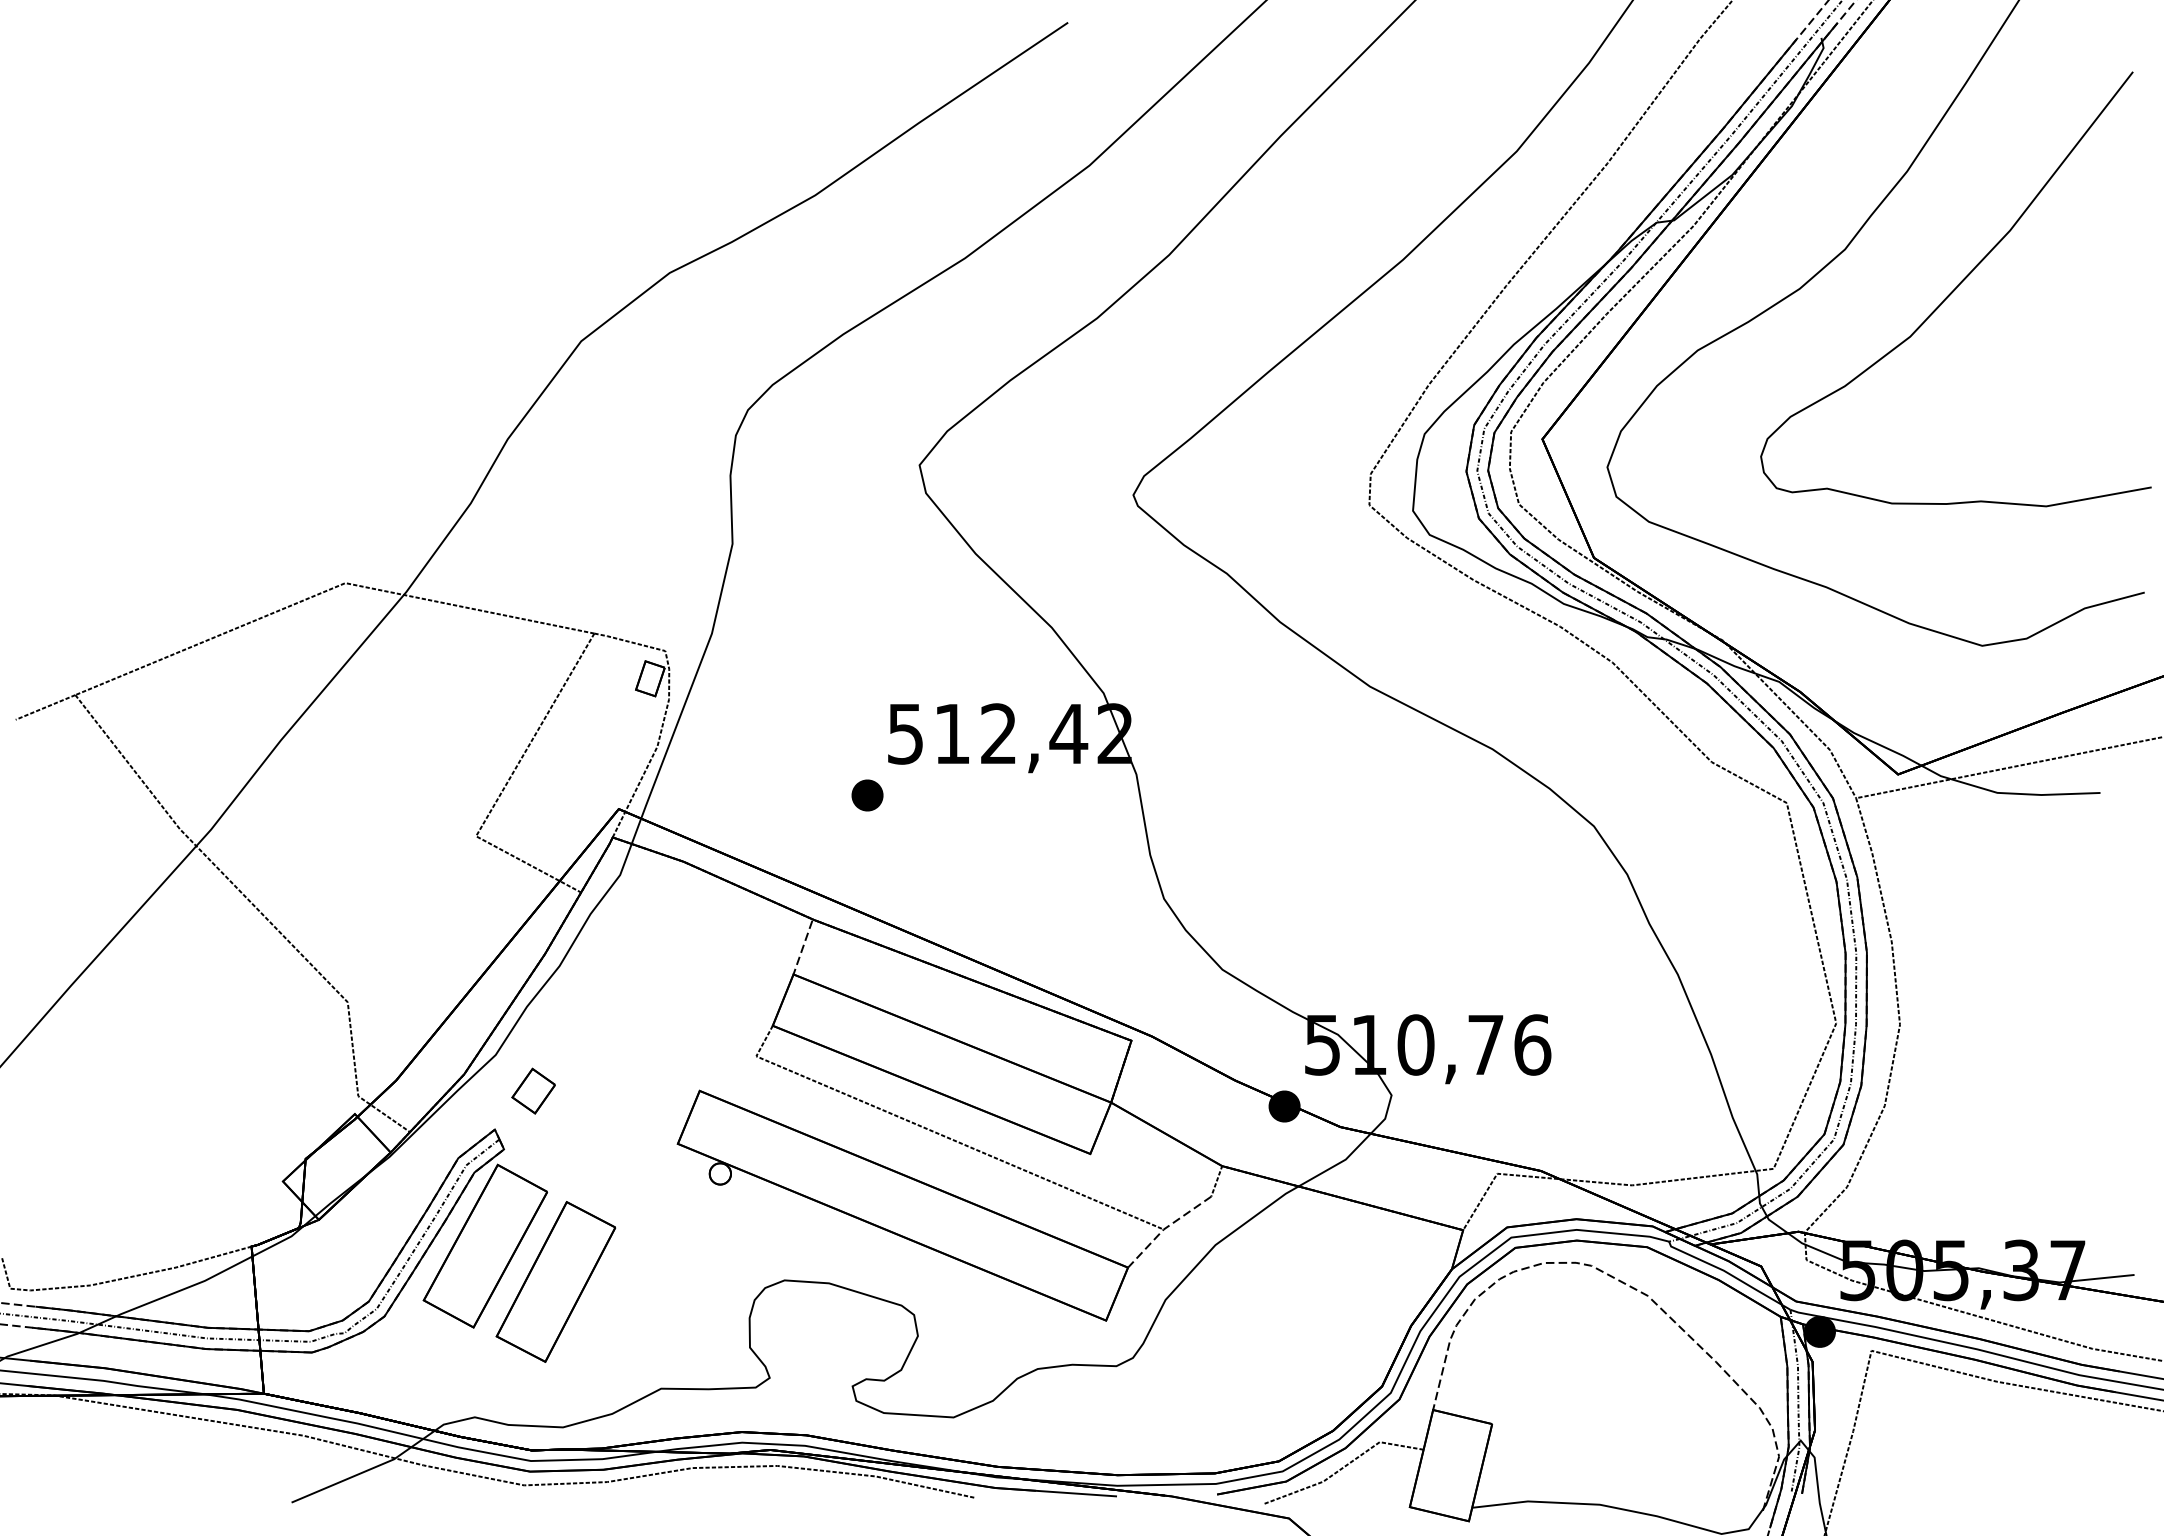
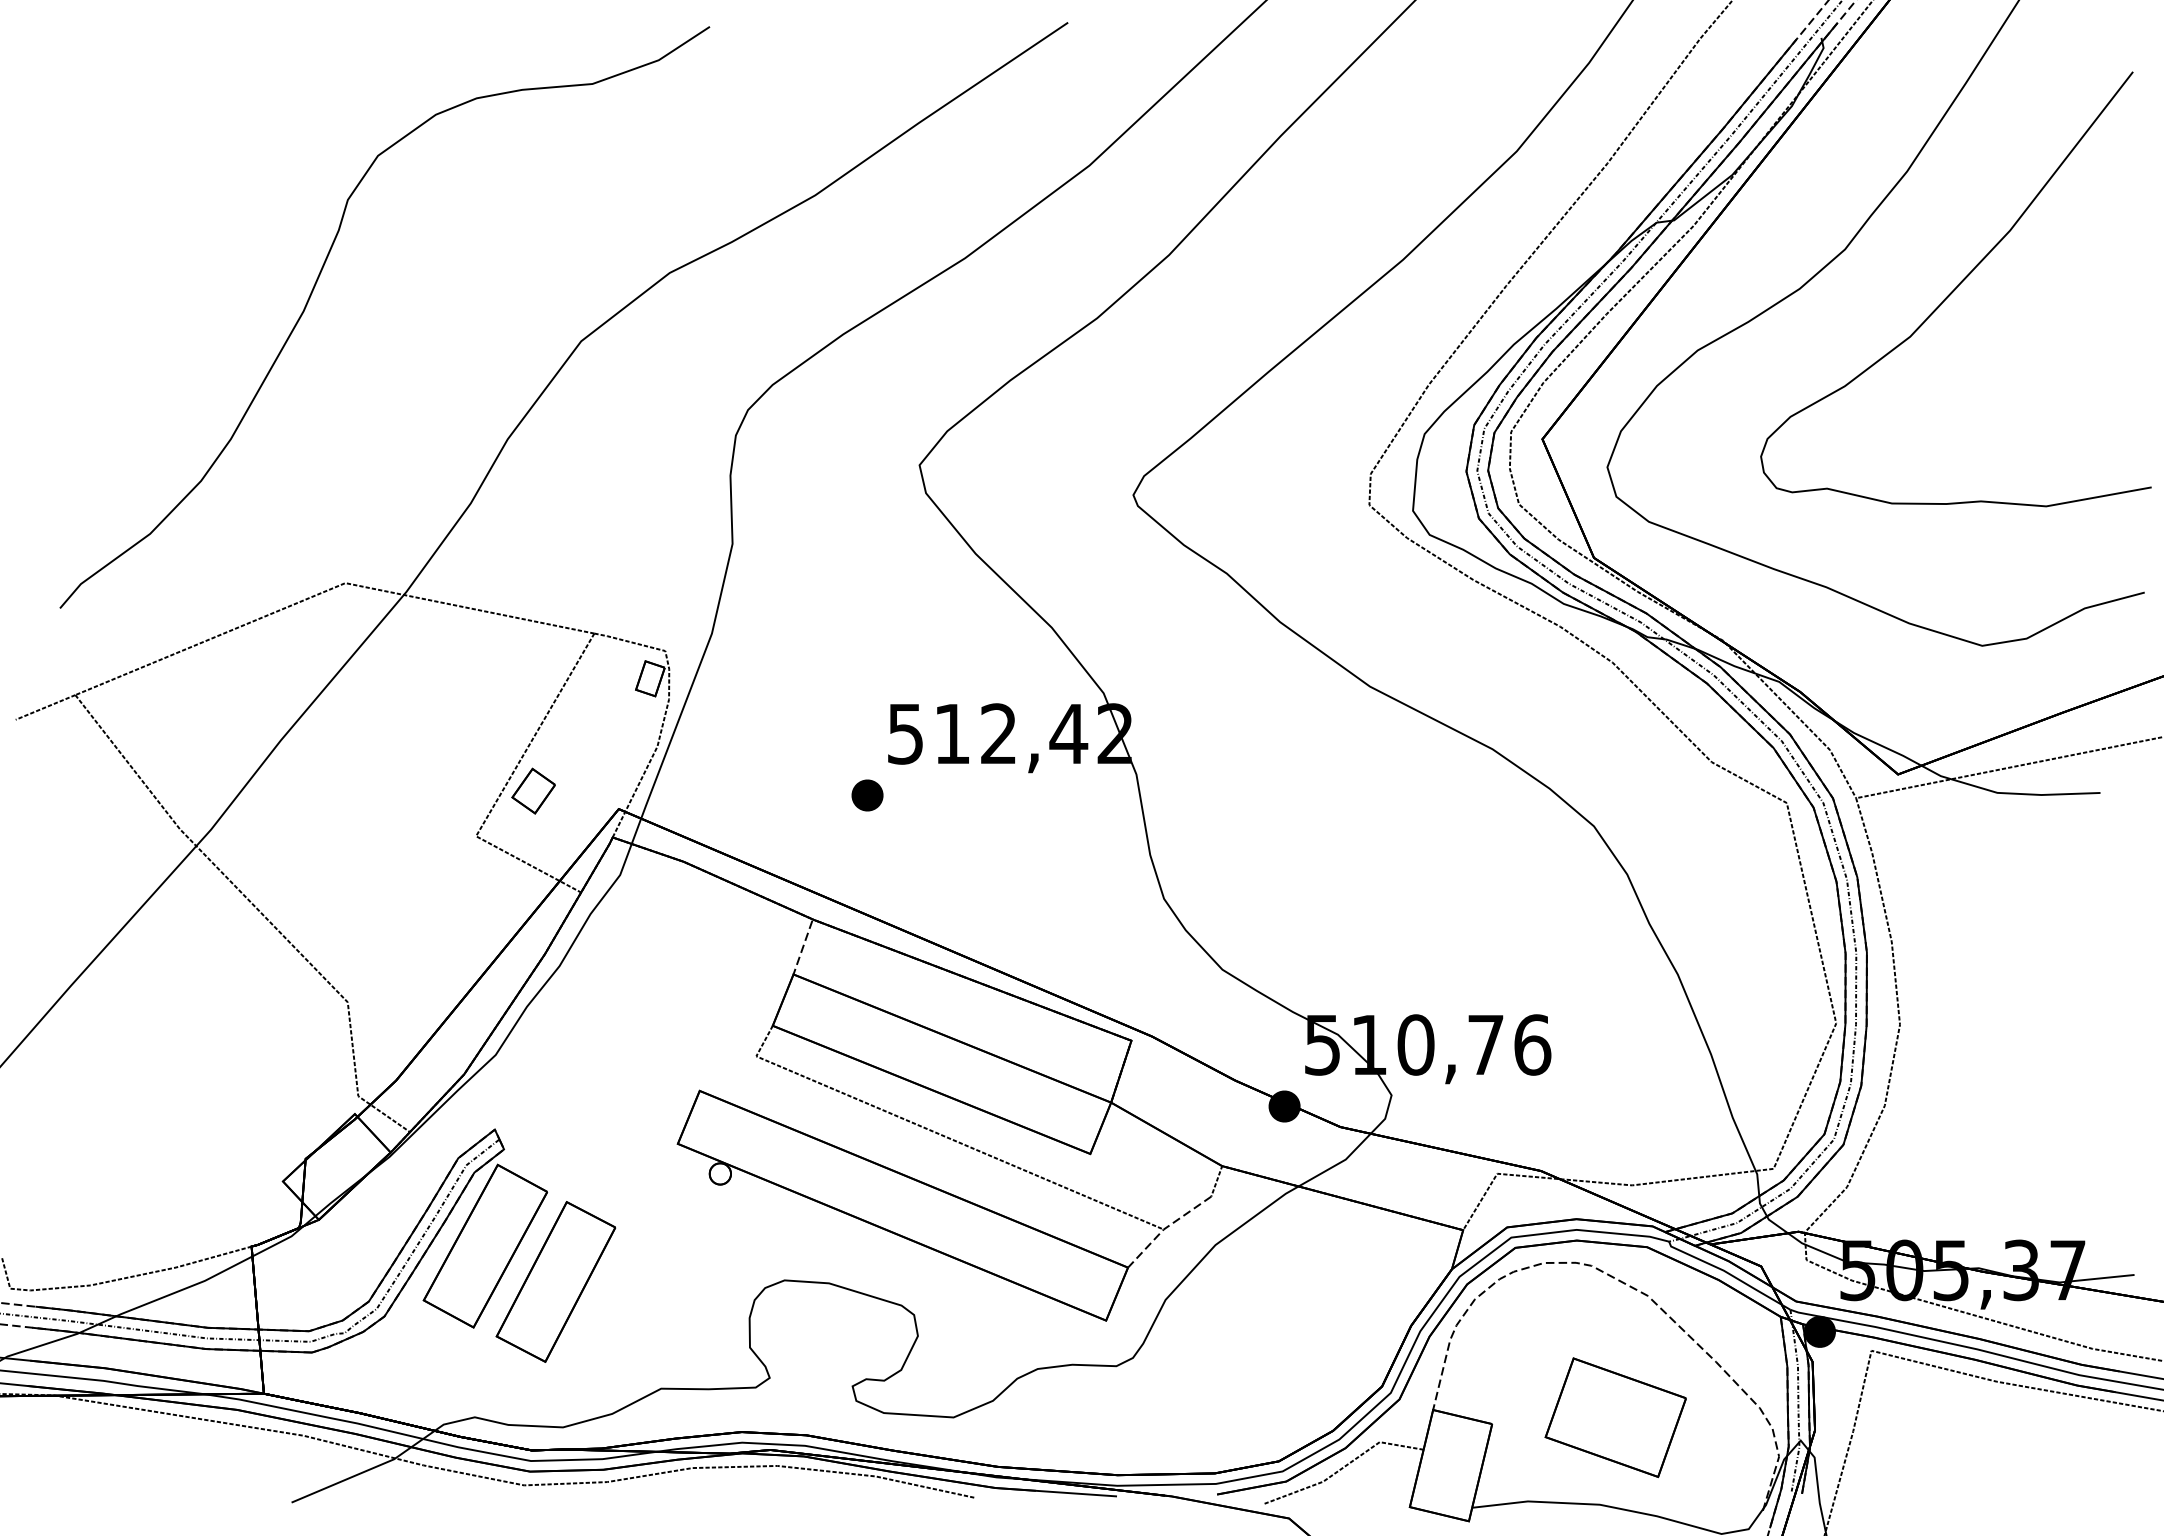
curve at (314, 289): none -> present
part at (533, 1090) position: (533, 1090) -> (533, 790)
part at (1615, 1417): none -> present
